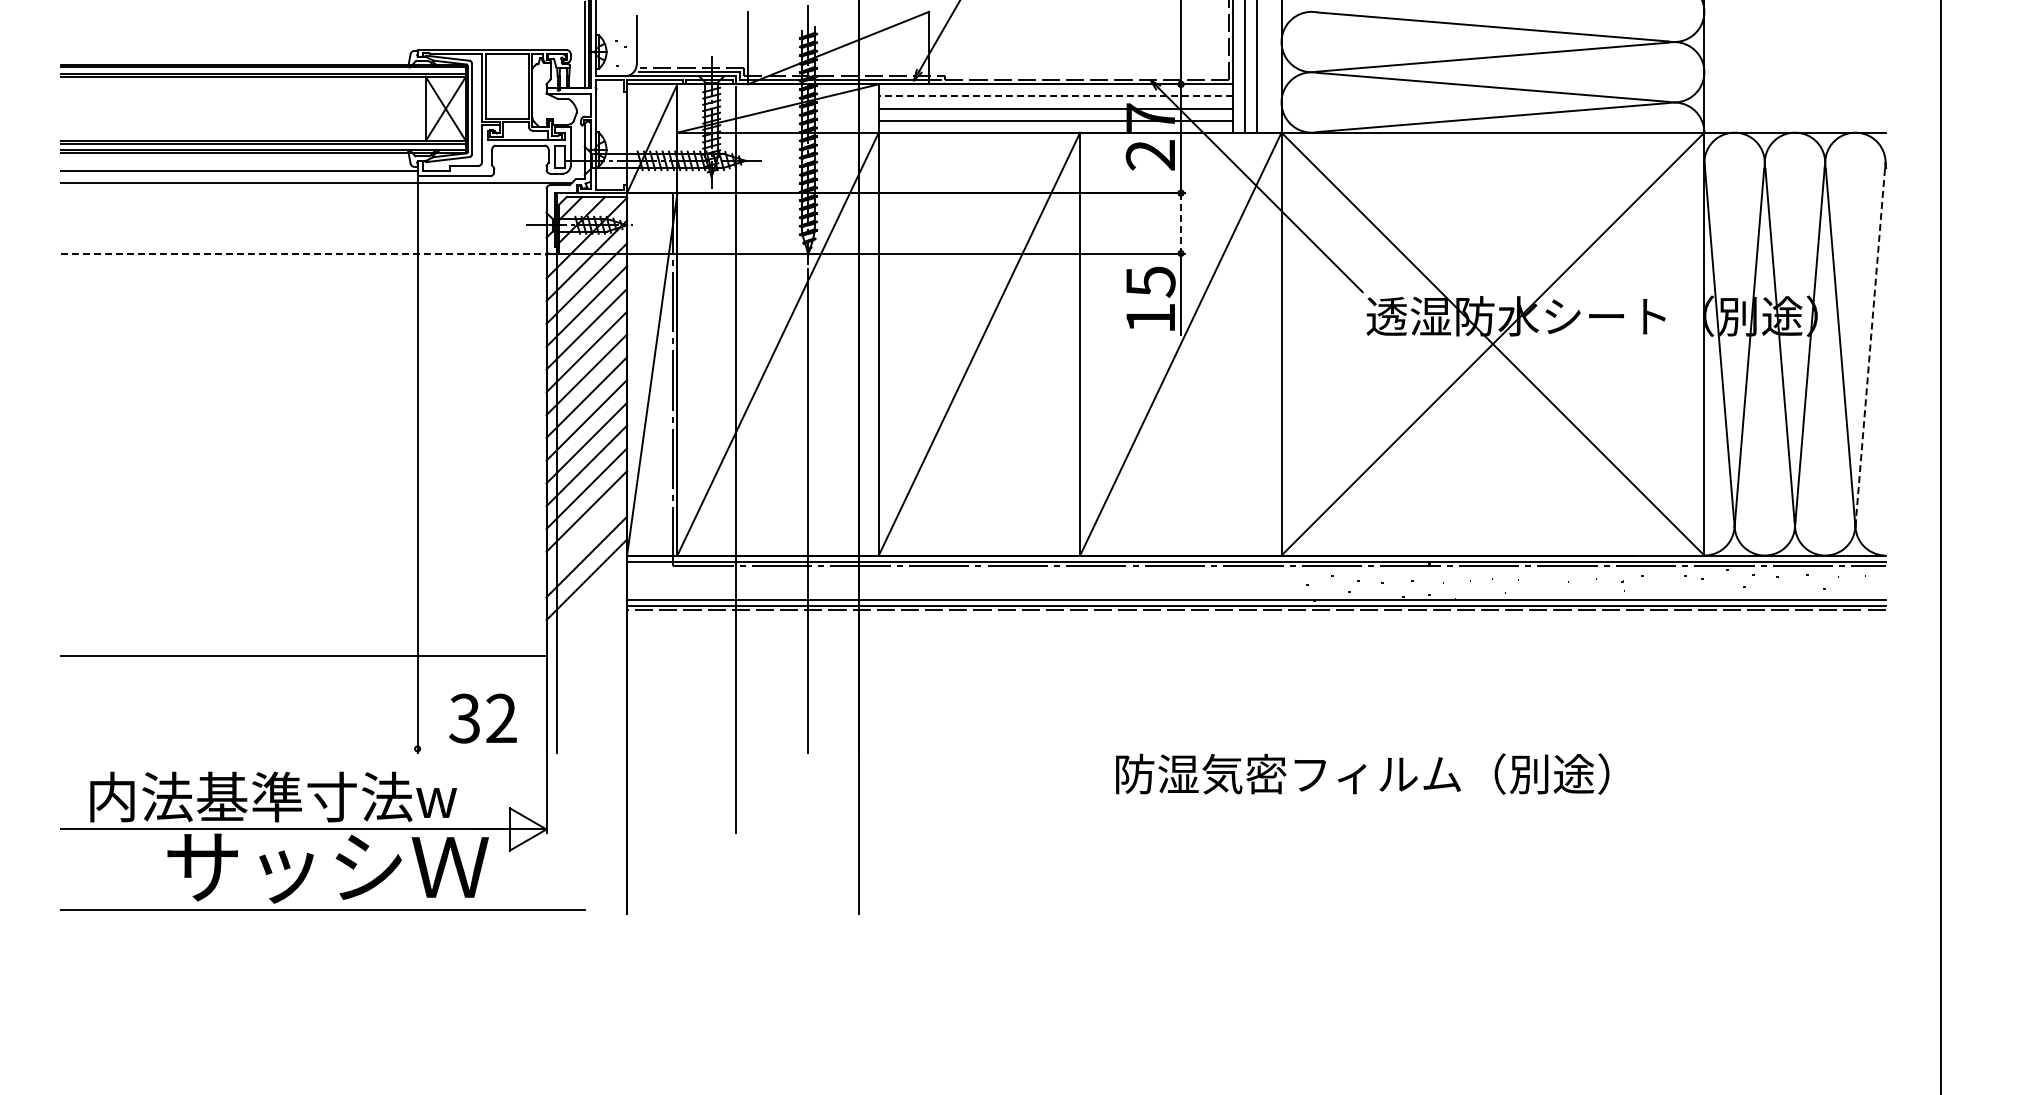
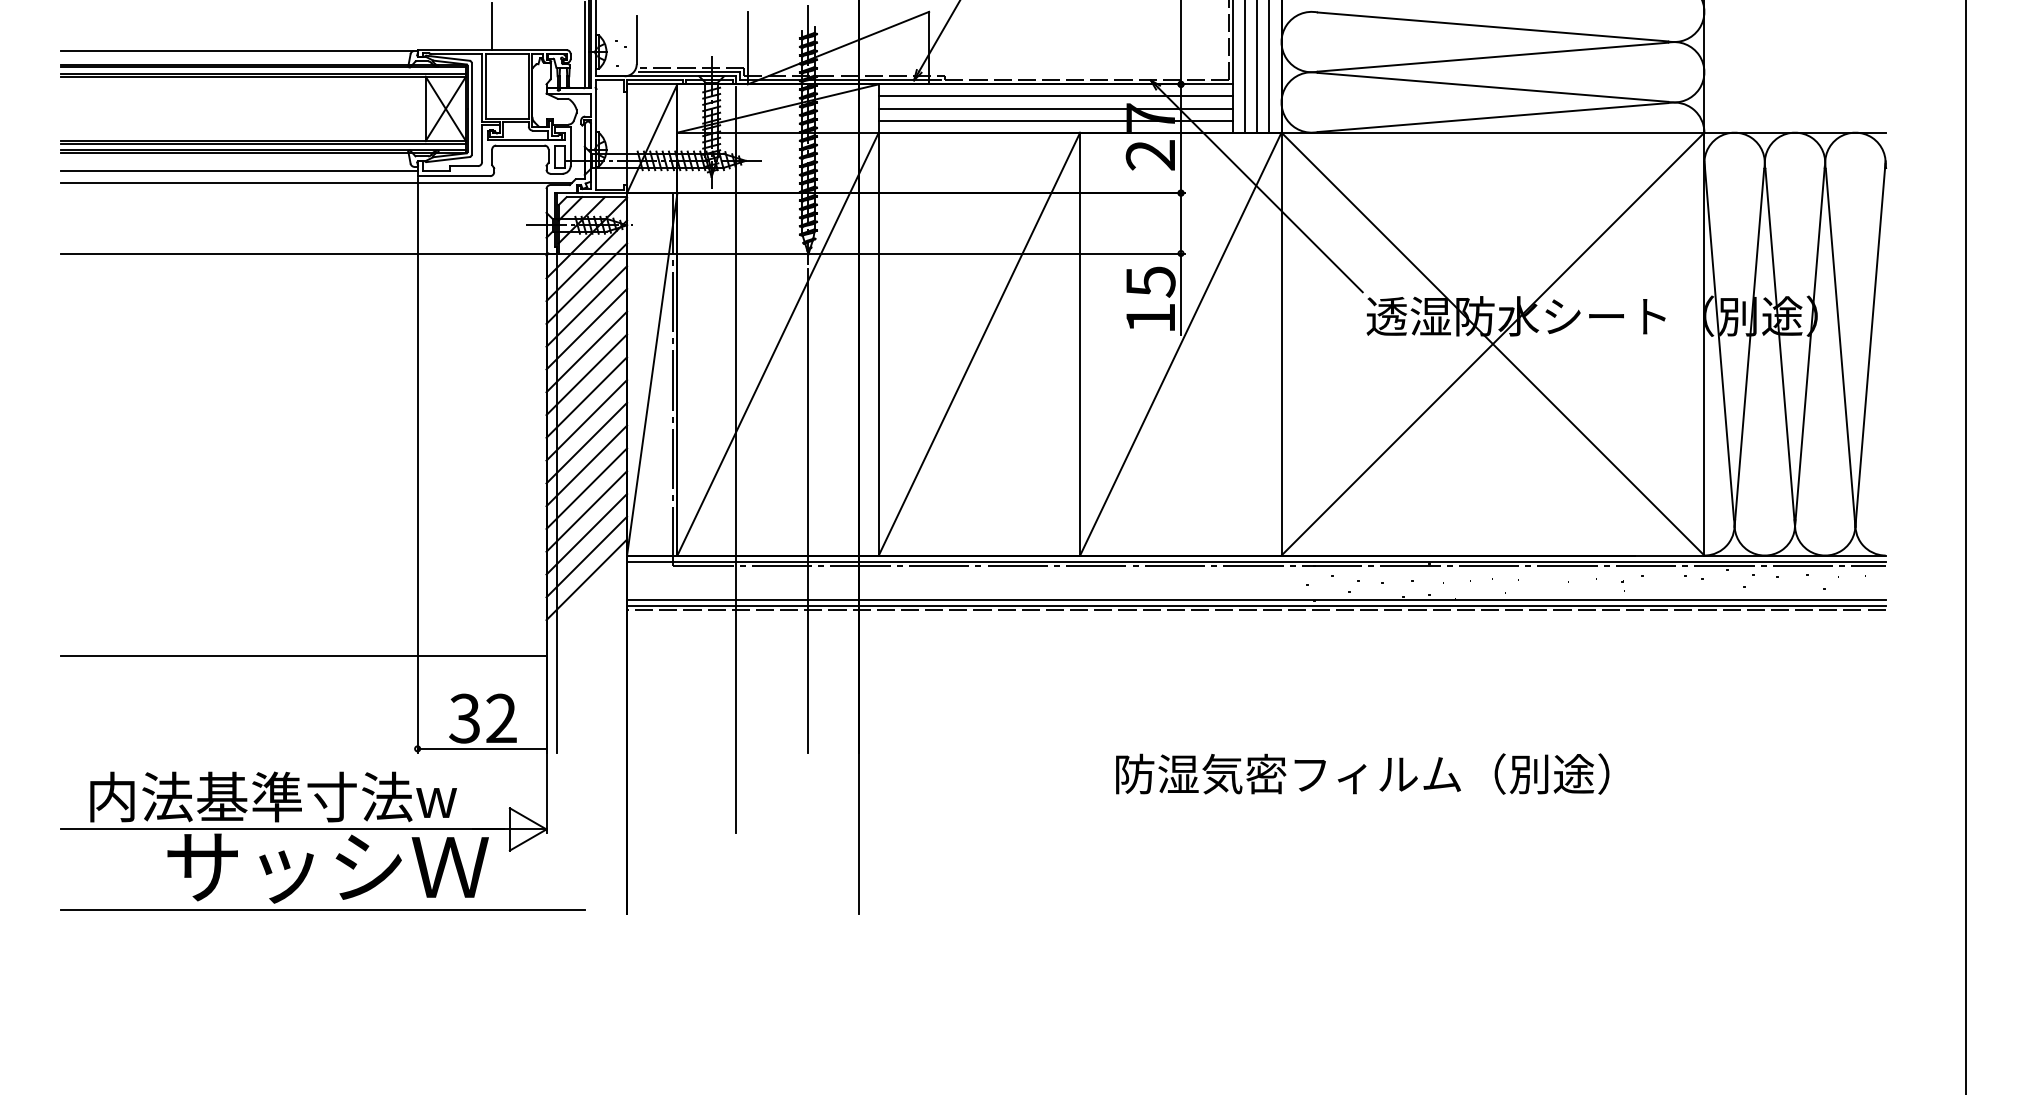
line at (492, 26): none -> present
line at (236, 51): none -> present
line at (1269, 67): none -> present
line at (1055, 96): dashed -> solid
line at (1181, 223): dashed -> solid
line at (308, 253): dashed -> solid
line at (1870, 343): dashed -> solid
line at (586, 534): none -> present
line at (1941, 546) position: (1941, 546) -> (1966, 546)
line at (481, 748): none -> present
